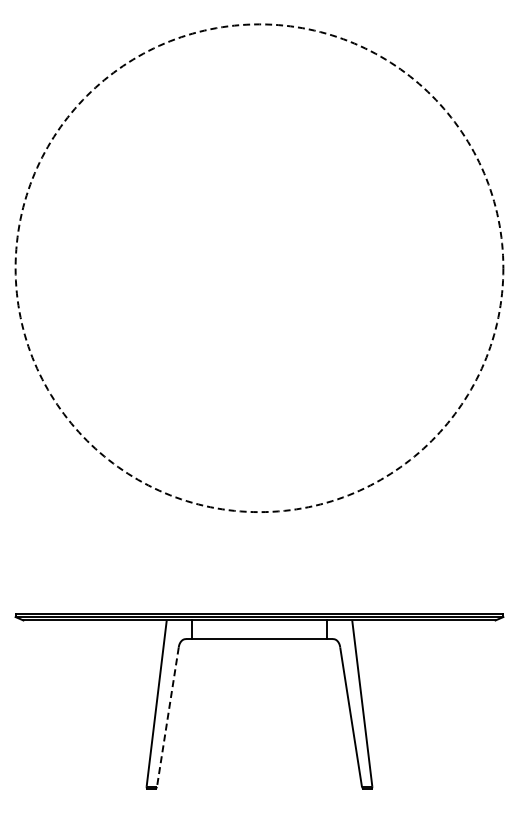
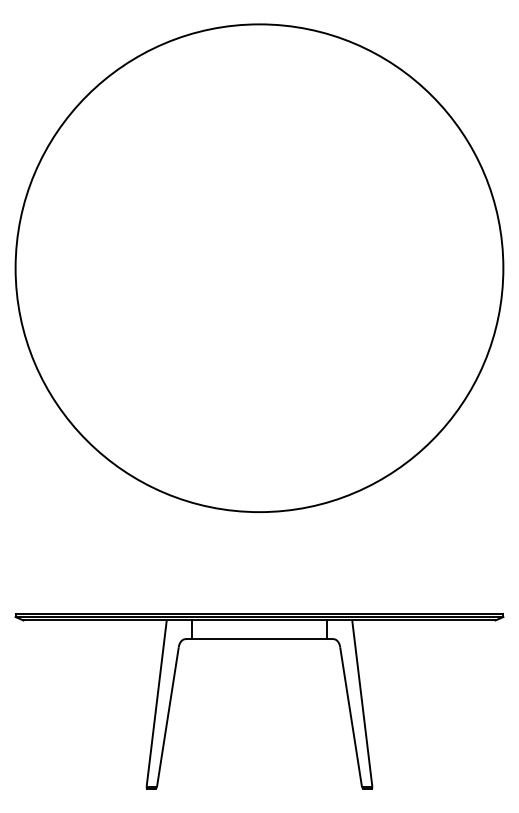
circle at (259, 268): dashed -> solid
line at (167, 717): dashed -> solid
